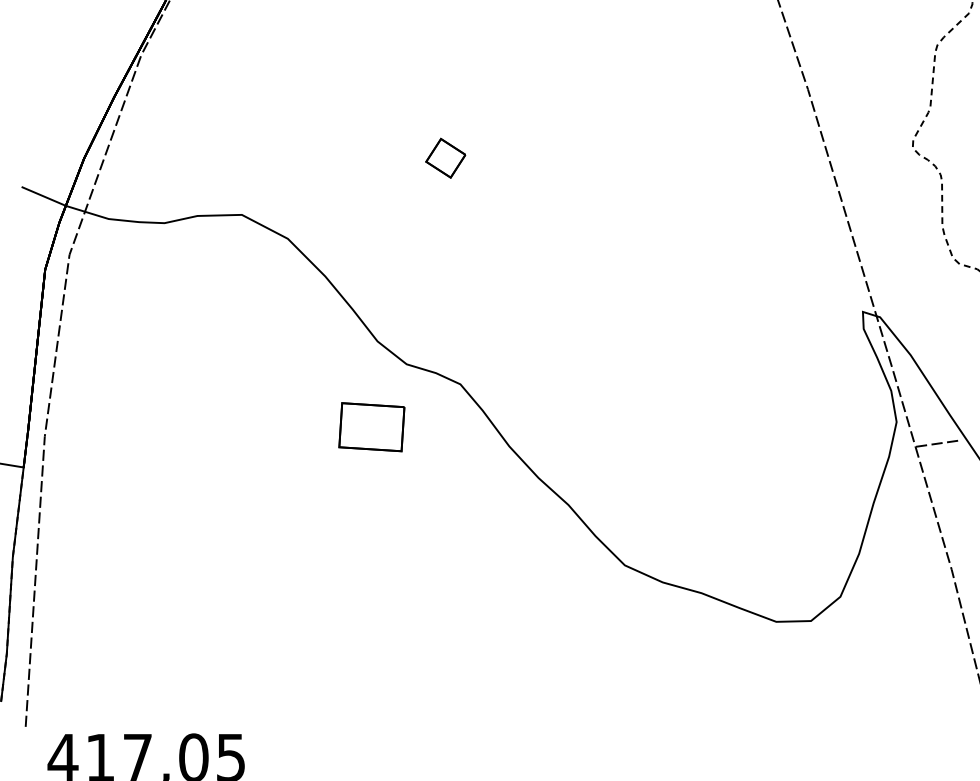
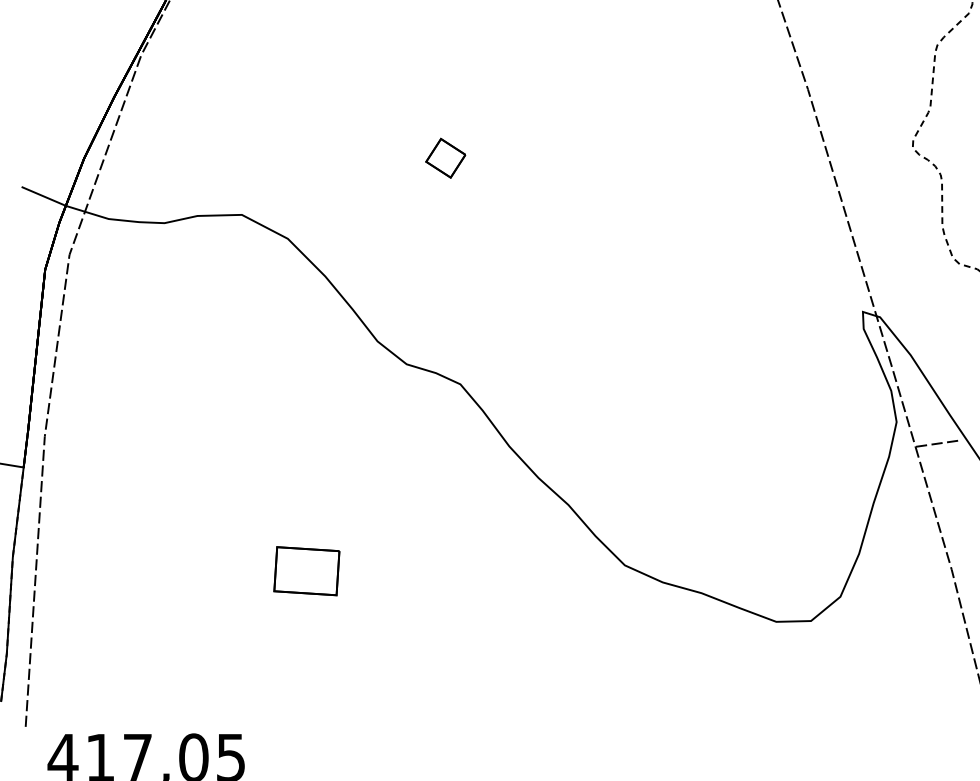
part at (371, 427) position: (371, 427) -> (306, 571)
